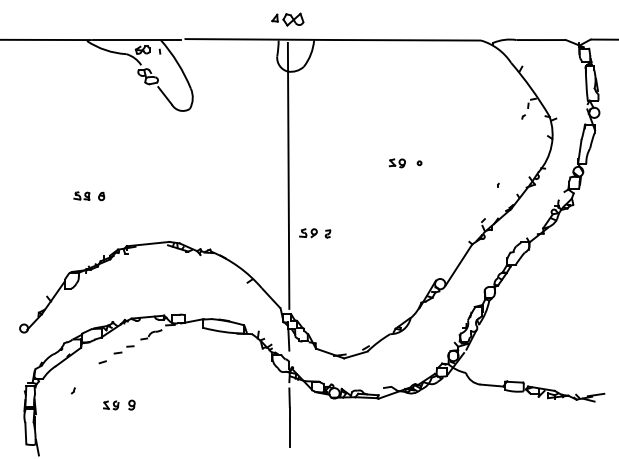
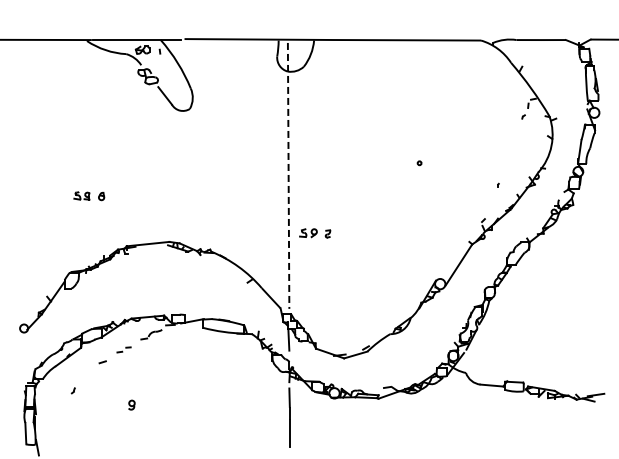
part at (287, 19): present -> none
part at (396, 163): present -> none
line at (288, 175): solid -> dashed
part at (123, 349) size: 22x10 px -> 16x8 px
part at (111, 405): present -> none
